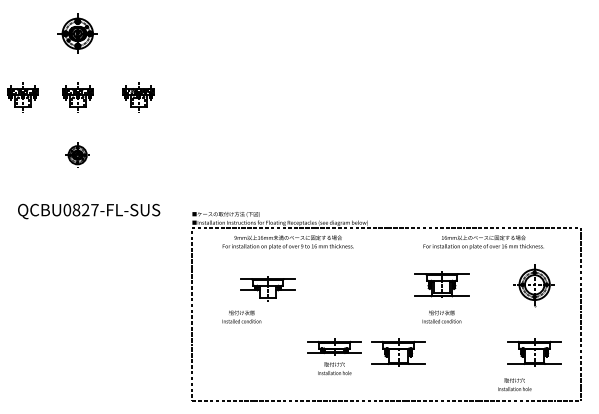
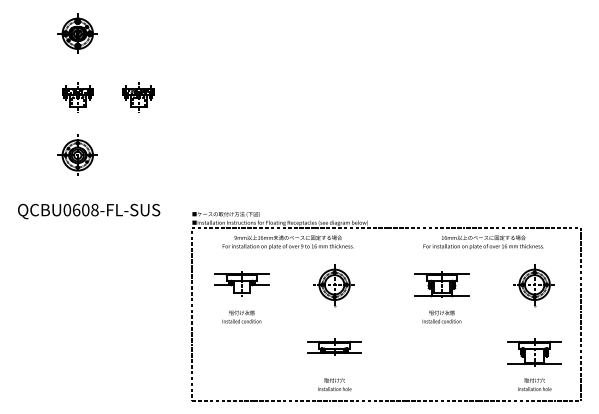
part at (22, 97): present -> none
part at (77, 154) size: 25x26 px -> 41x42 px
text at (85, 210): QCBU0827-FL-SUS -> QCBU0608-FL-SUS
part at (333, 285): none -> present
part at (267, 288) position: (267, 288) -> (241, 283)
part at (398, 352): present -> none
text at (334, 368) position: (334, 368) -> (334, 384)
text at (514, 384) position: (514, 384) -> (534, 384)
